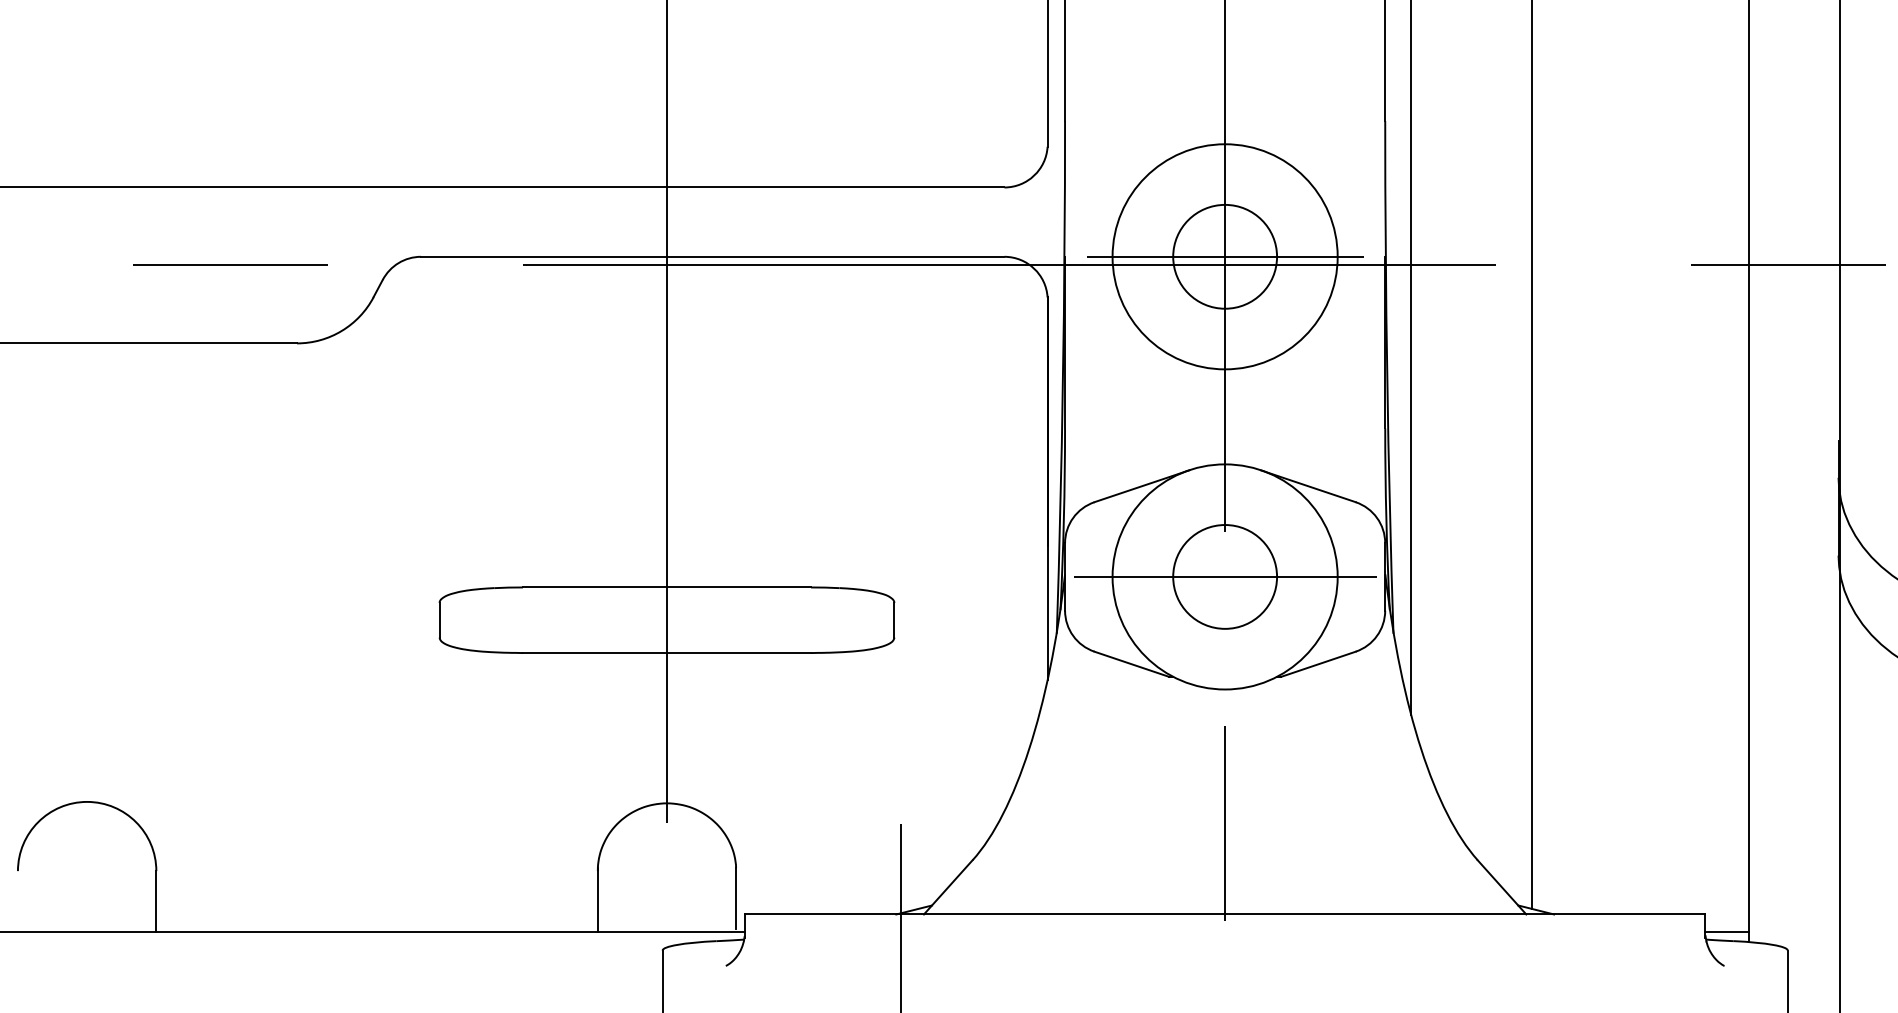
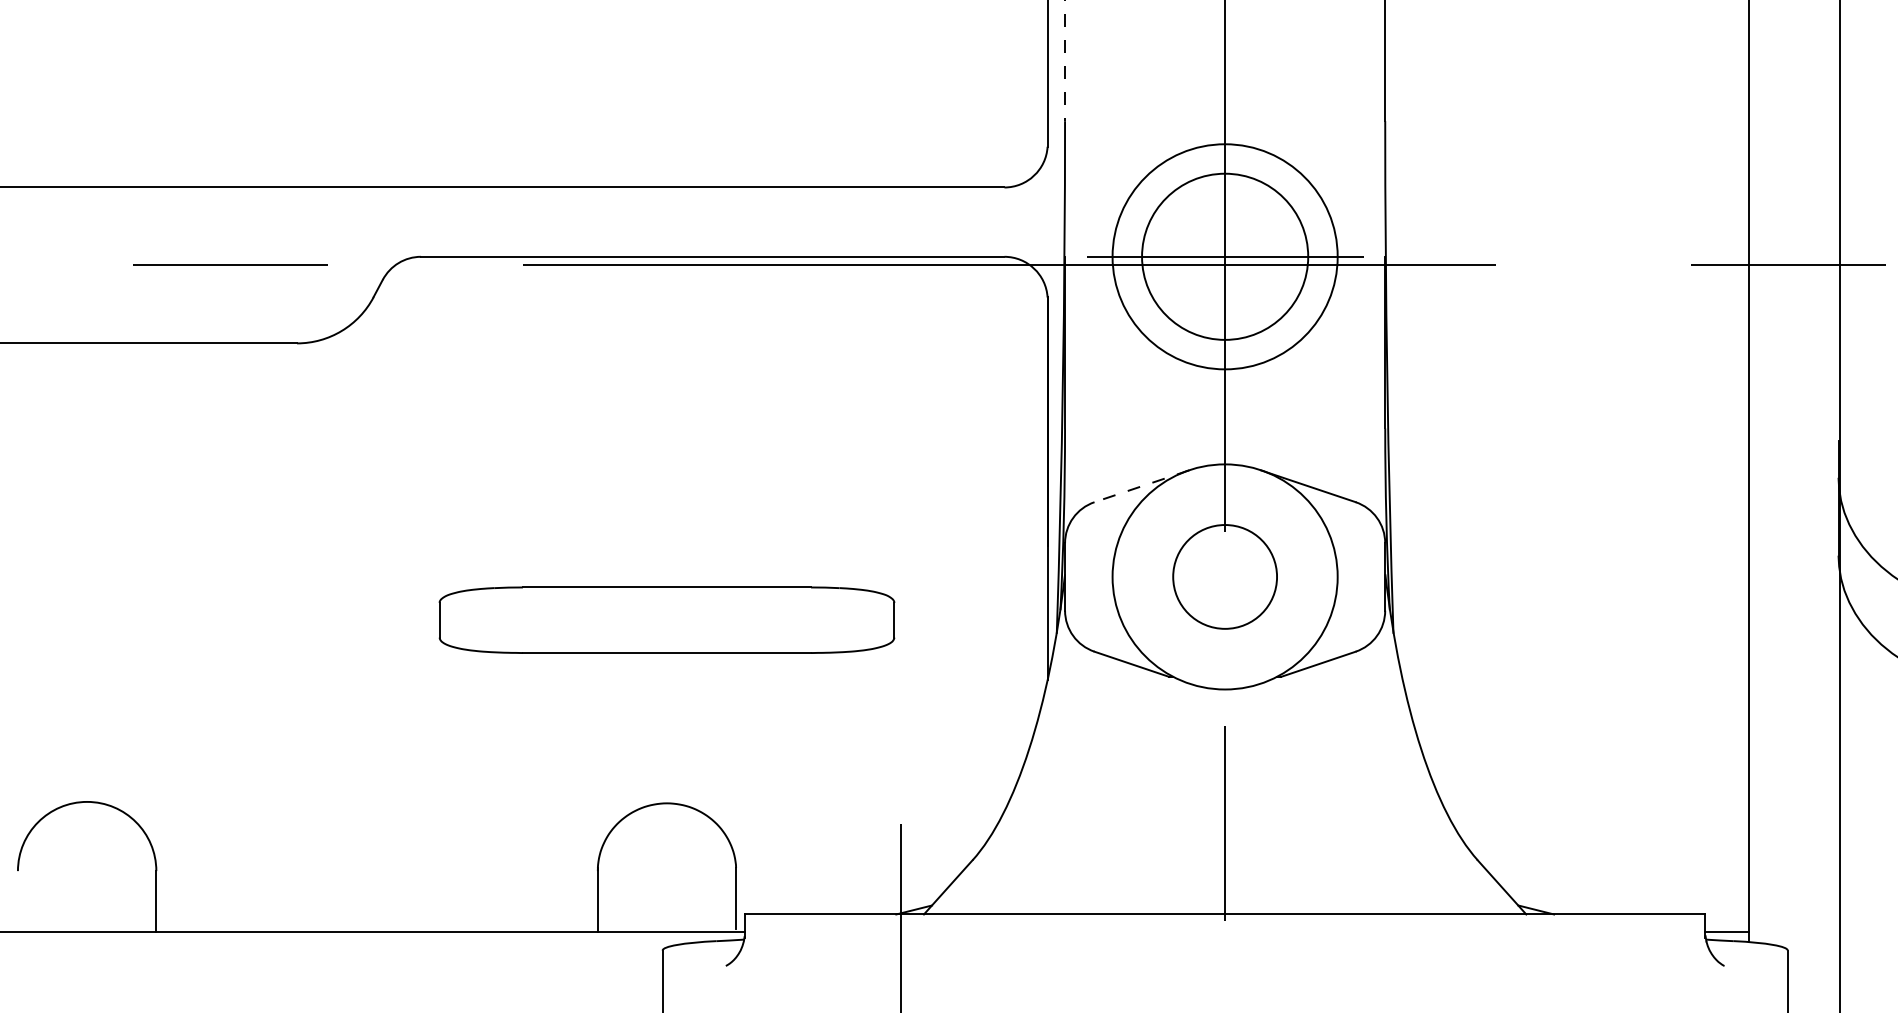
line at (1065, 61): solid -> dashed
circle at (1225, 256) diameter: 104 px -> 166 px
line at (1411, 358): present -> none
line at (667, 412): present -> none
line at (1532, 455): present -> none
line at (1141, 486): solid -> dashed
line at (1224, 576): present -> none
